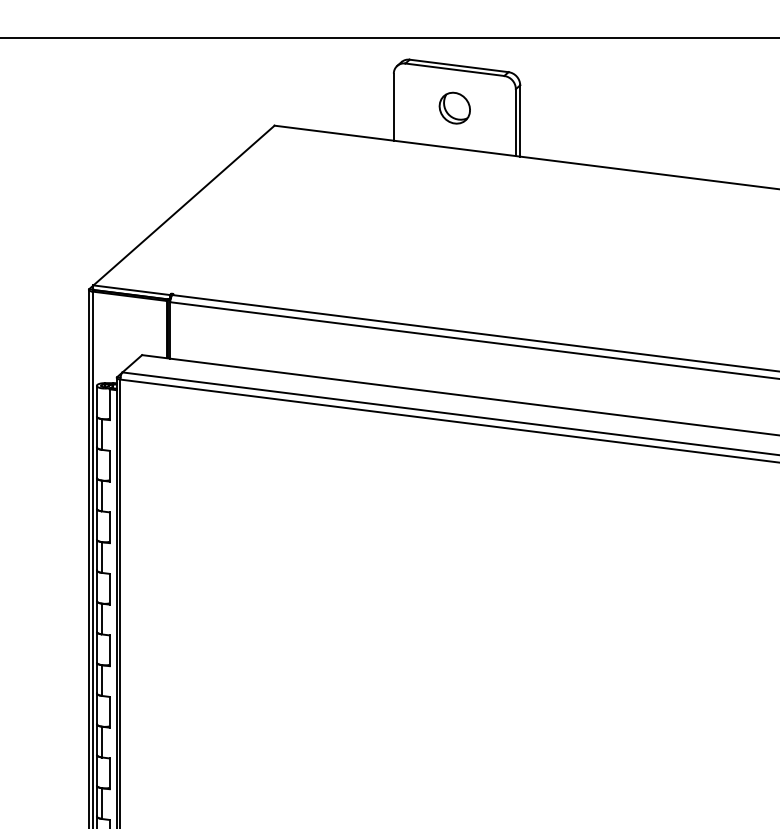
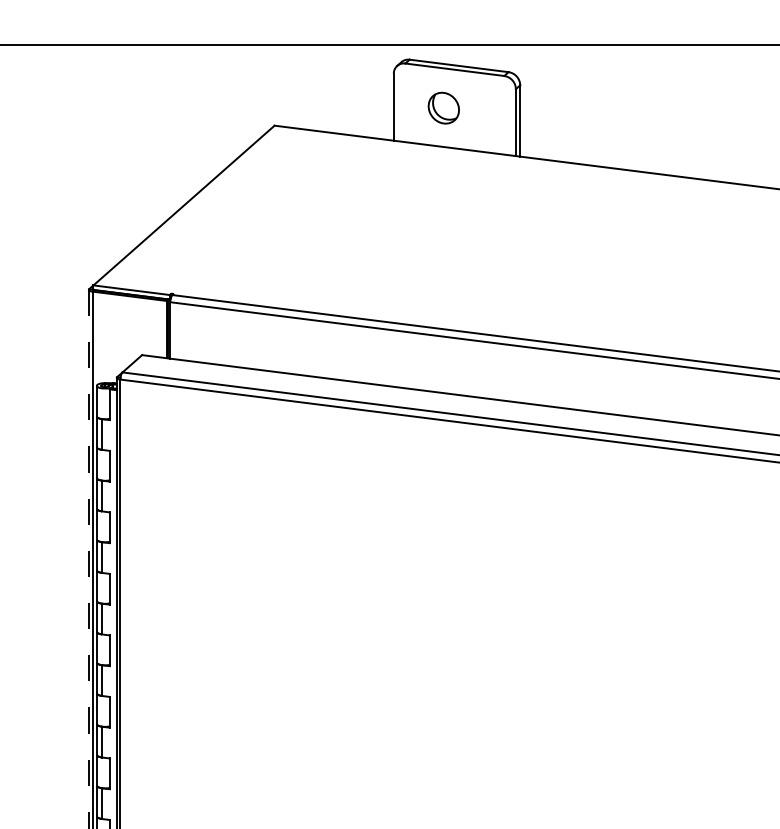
line at (389, 38) position: (389, 38) -> (389, 45)
part at (454, 107) position: (454, 107) -> (443, 107)
line at (88, 559): solid -> dashed
